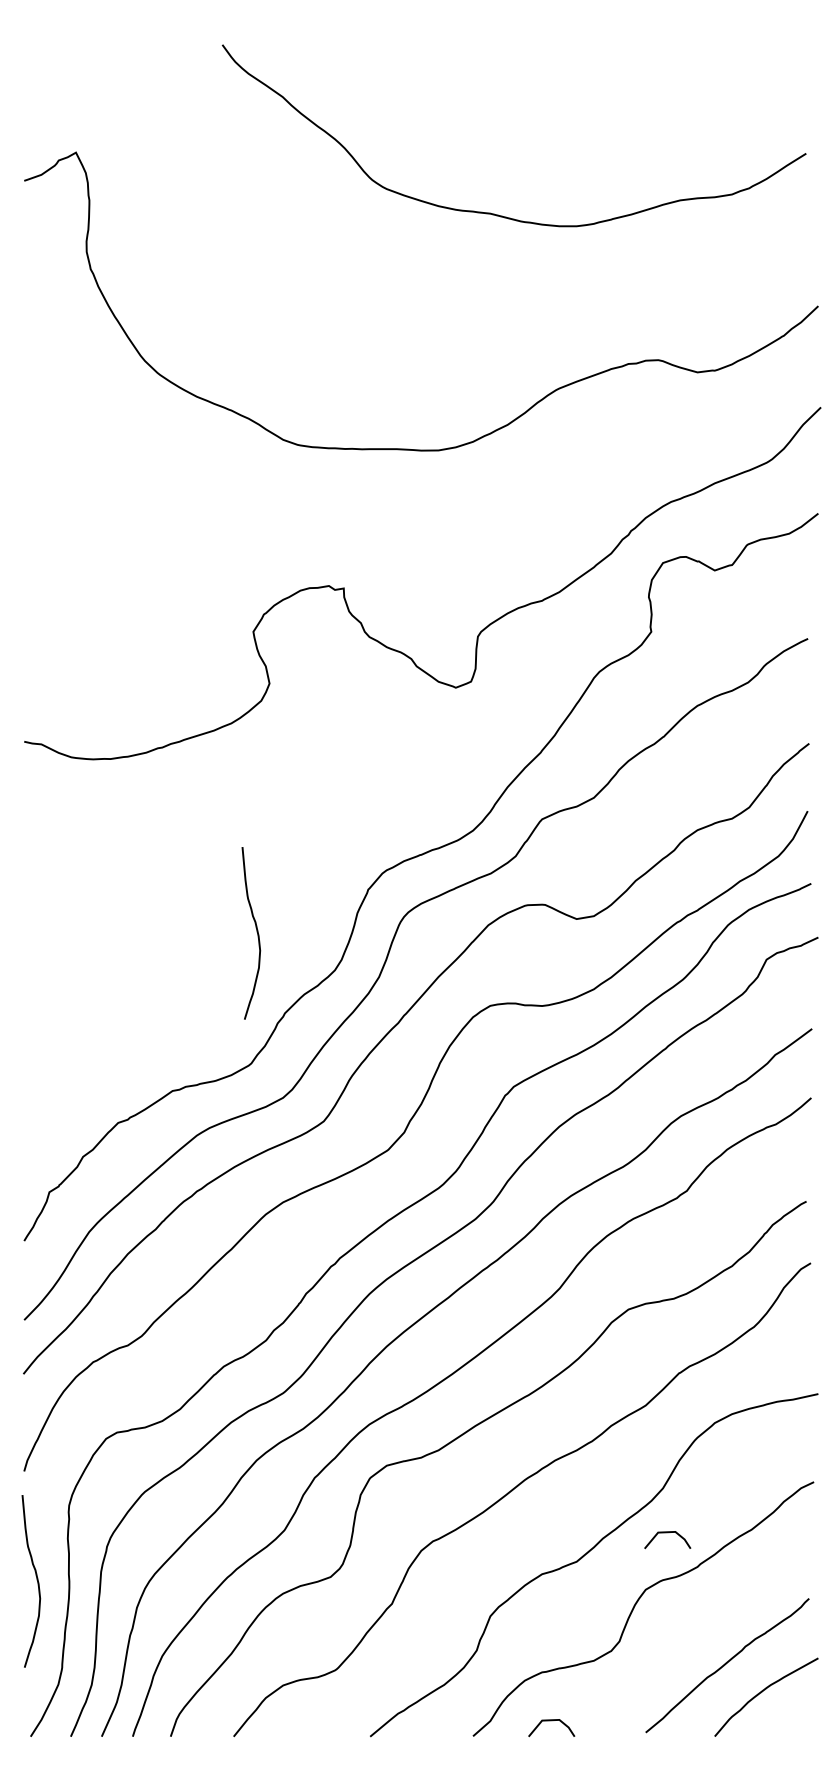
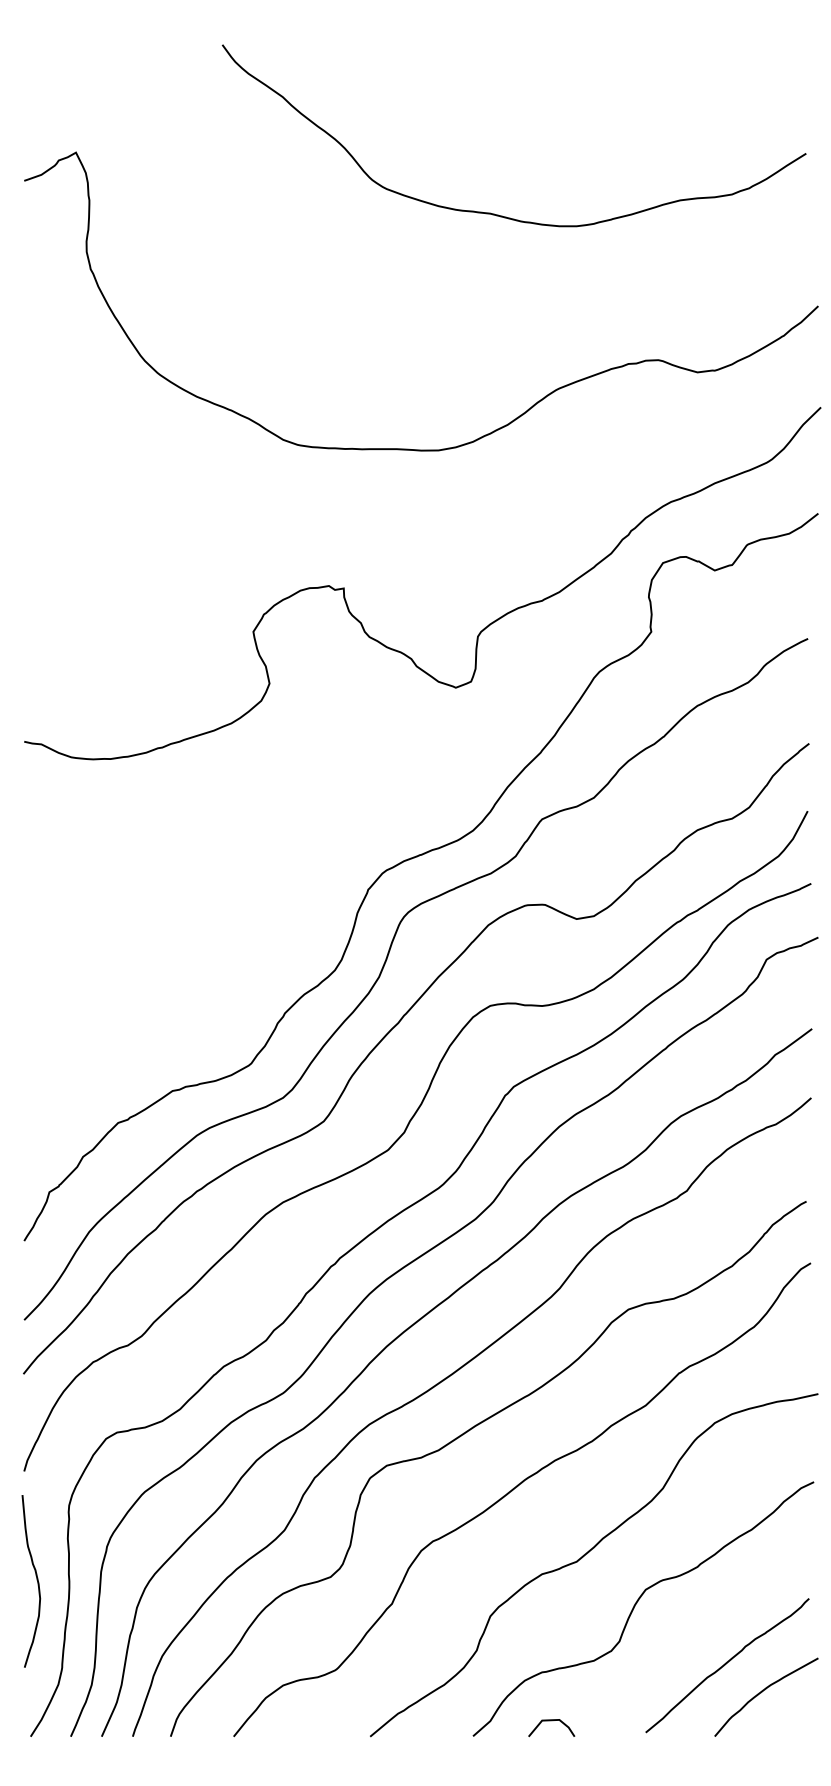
curve at (256, 932): present -> none
line at (667, 1533): present -> none
